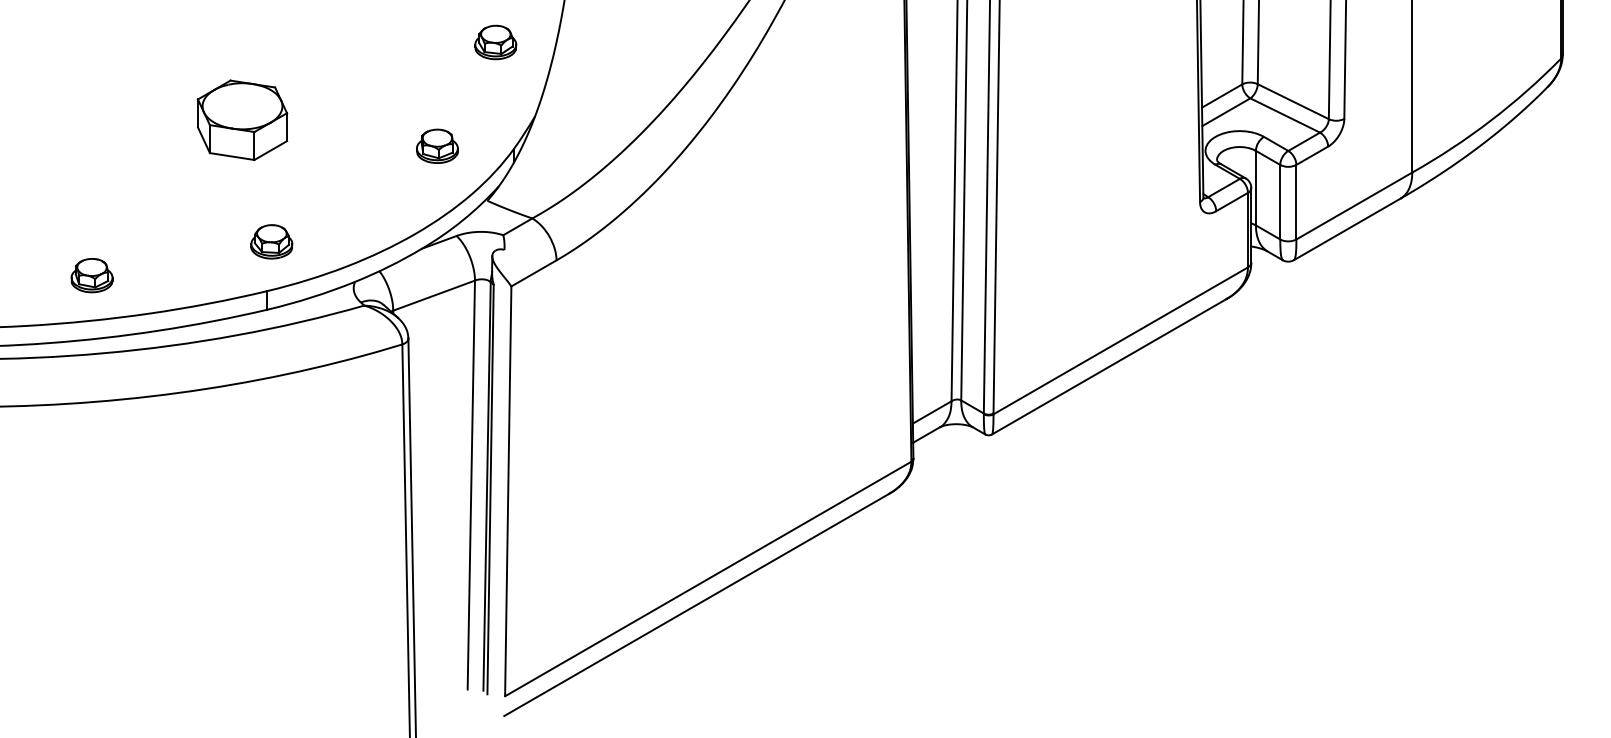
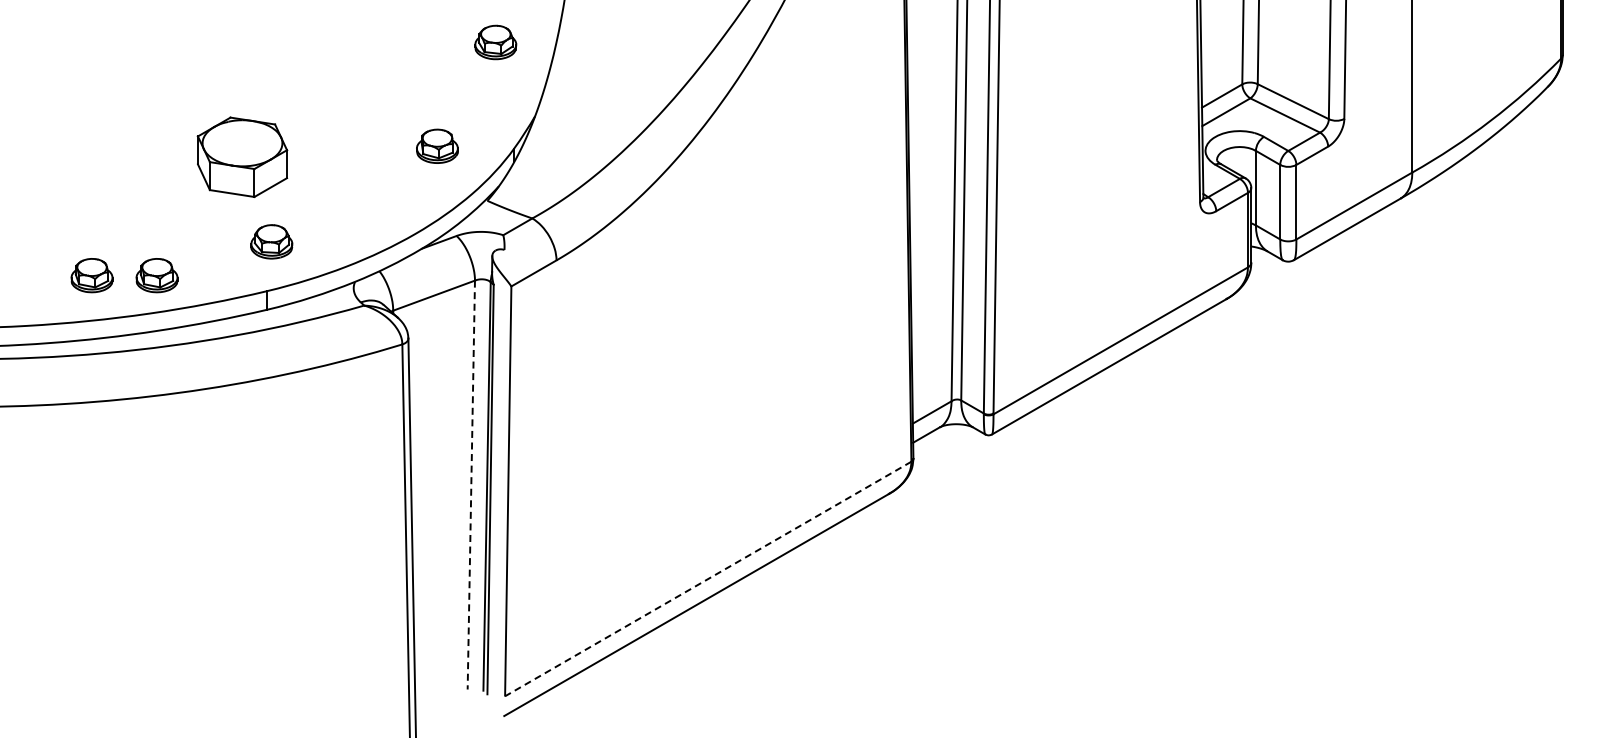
part at (242, 119) position: (242, 119) -> (242, 156)
part at (156, 275): none -> present
line at (471, 485): solid -> dashed
line at (708, 578): solid -> dashed
